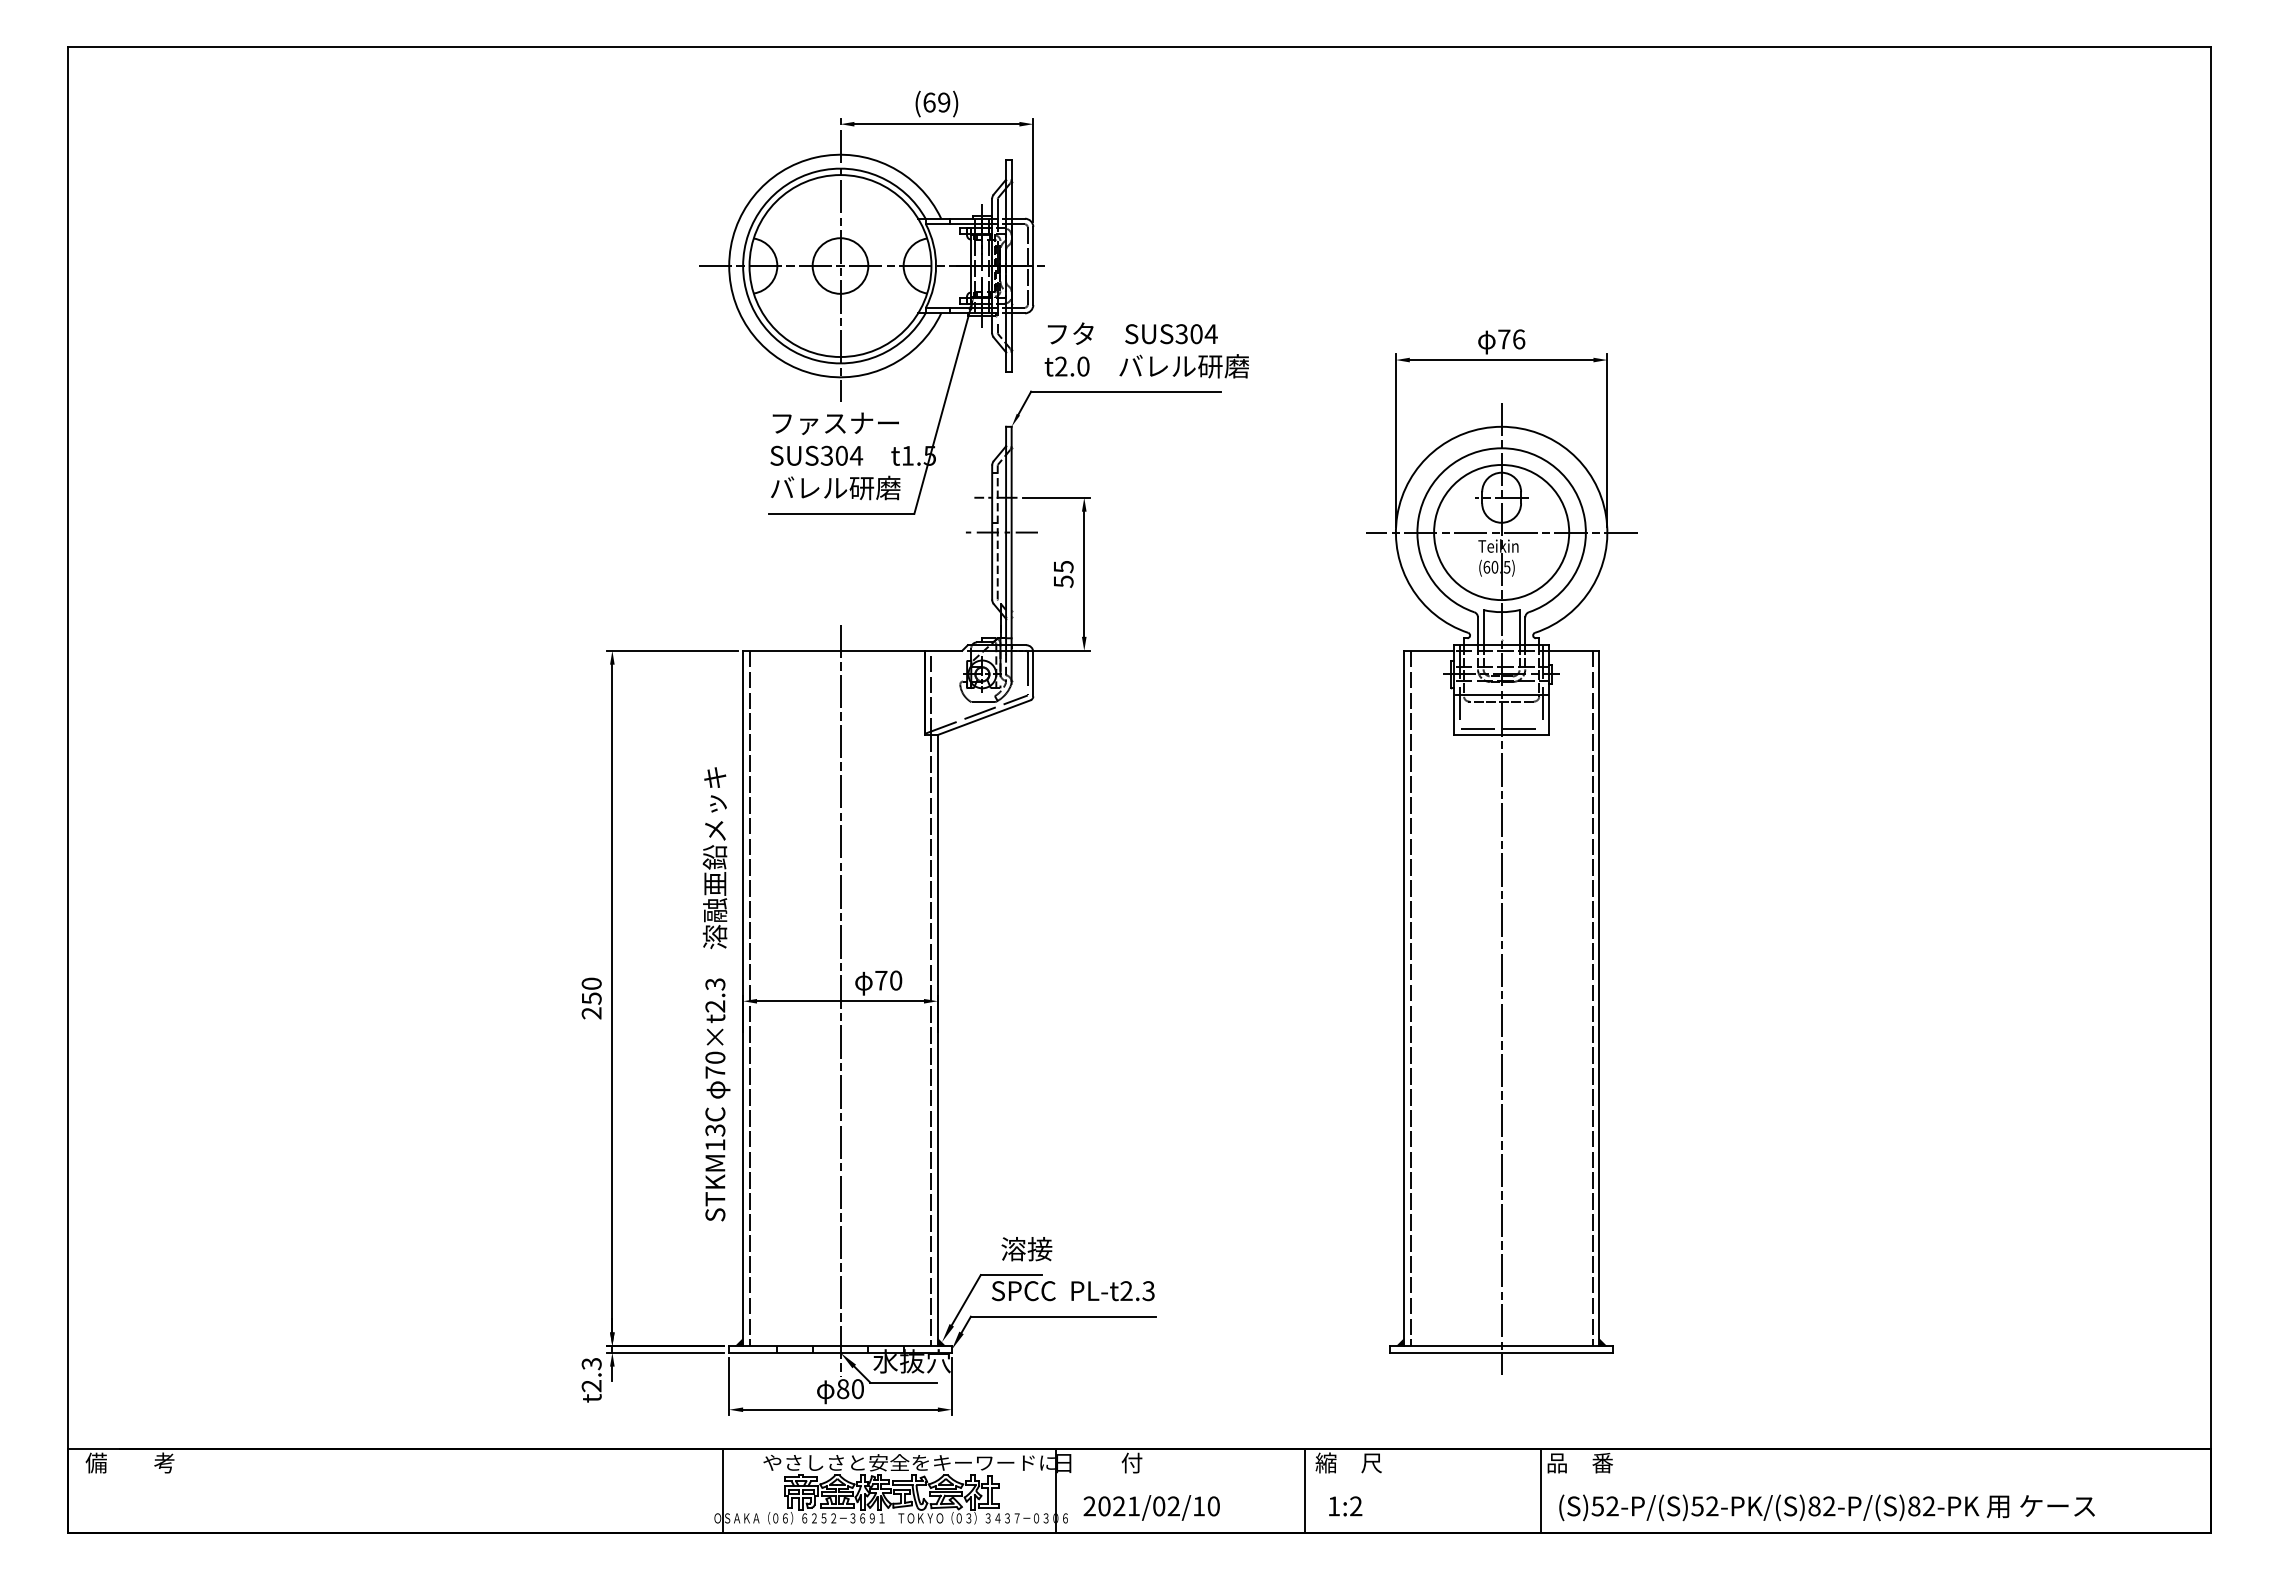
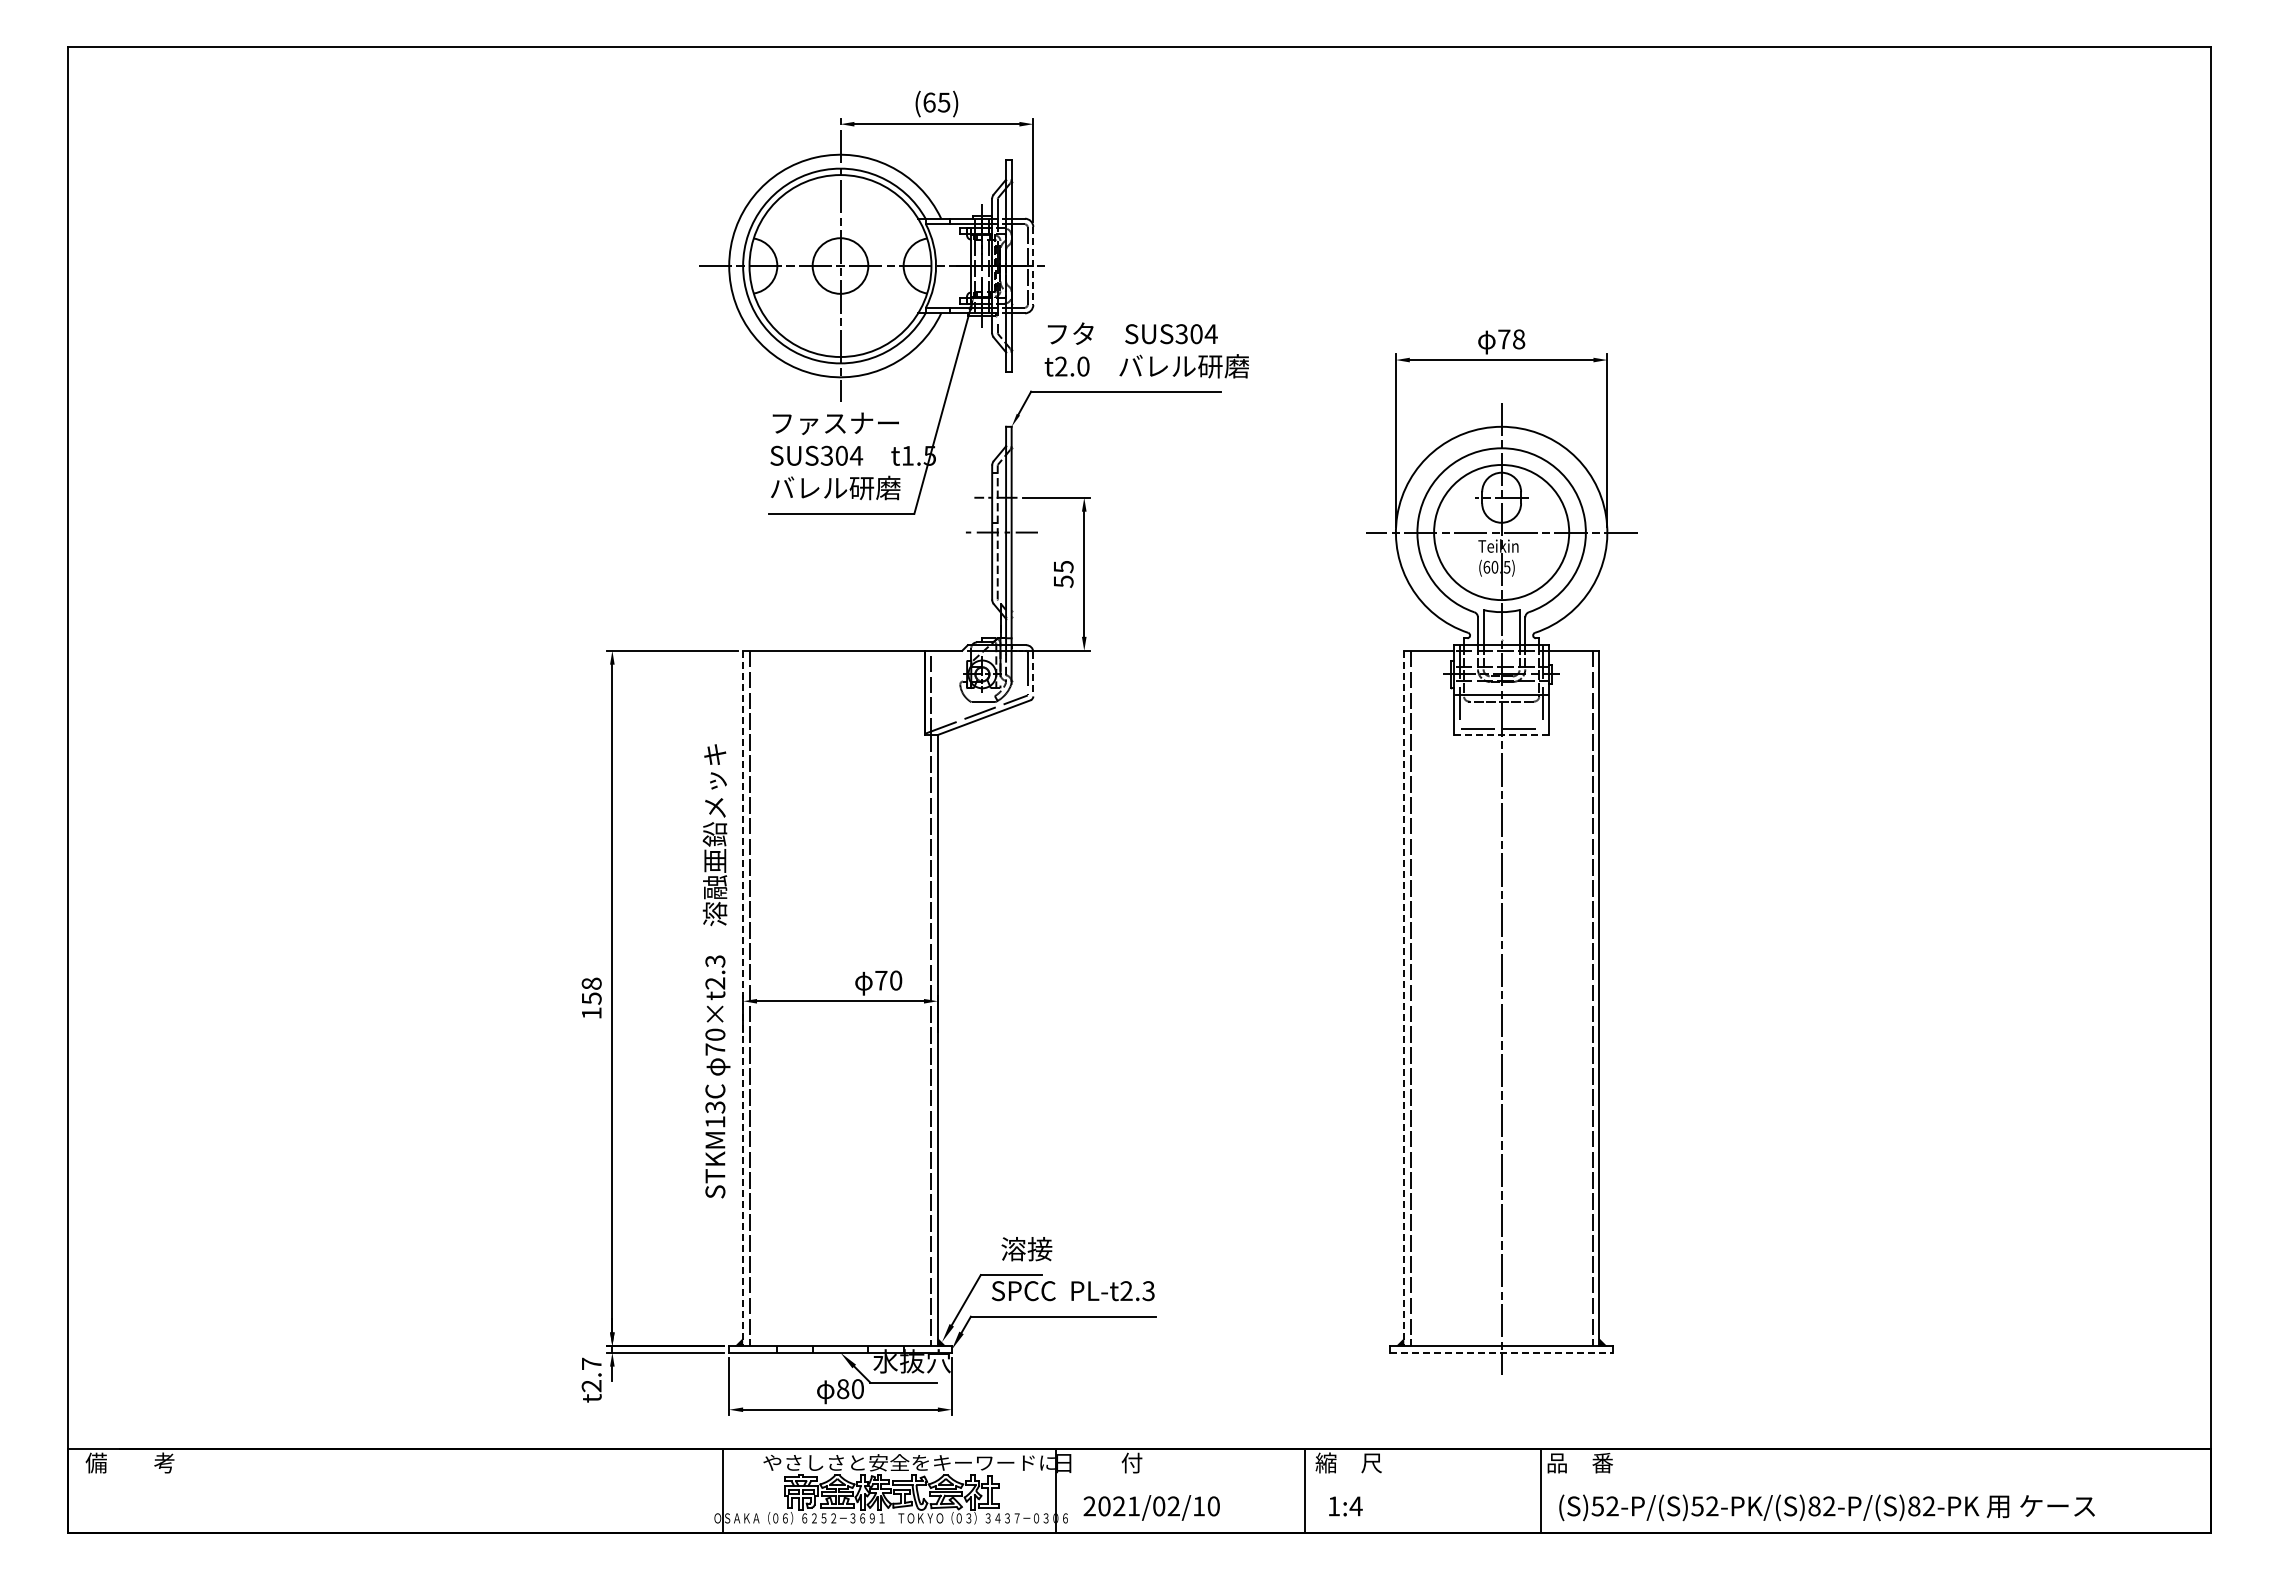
text at (944, 102): (69) -> (65)
line at (1033, 266): solid -> dashed
text at (1519, 339): 76 -> 78
line at (1033, 674): solid -> dashed
line at (1502, 735): solid -> dashed
text at (716, 994) position: (716, 994) -> (716, 971)
text at (591, 998): 250 -> 158
line at (743, 998): solid -> dashed
line at (1404, 998): solid -> dashed
line at (840, 1000): present -> none
line at (1502, 1352): solid -> dashed
text at (591, 1363): t2.3 -> t2.7
text at (1355, 1506): 1:2 -> 1:4
